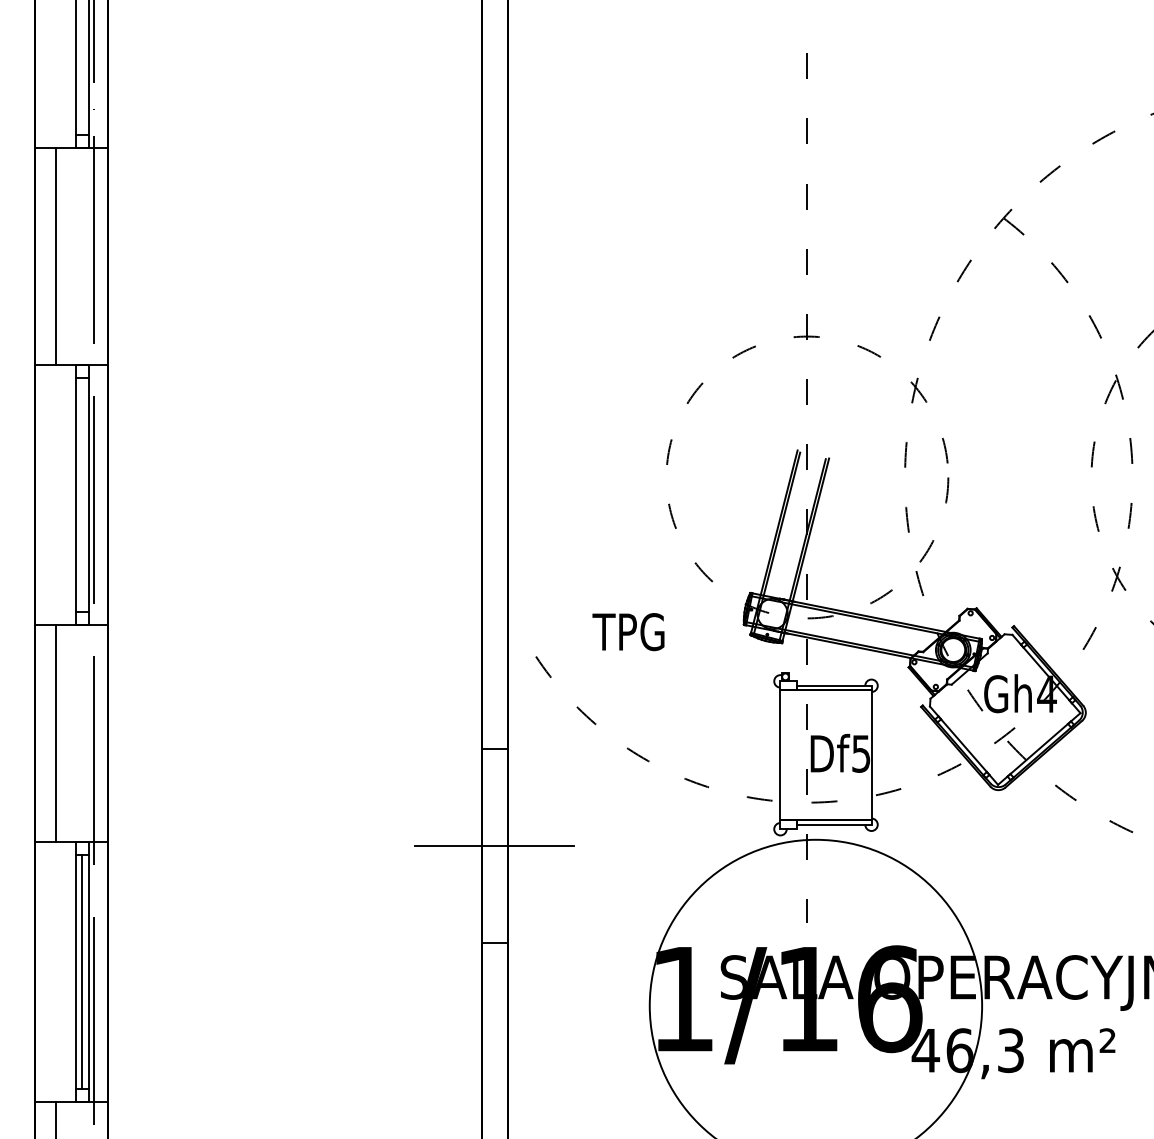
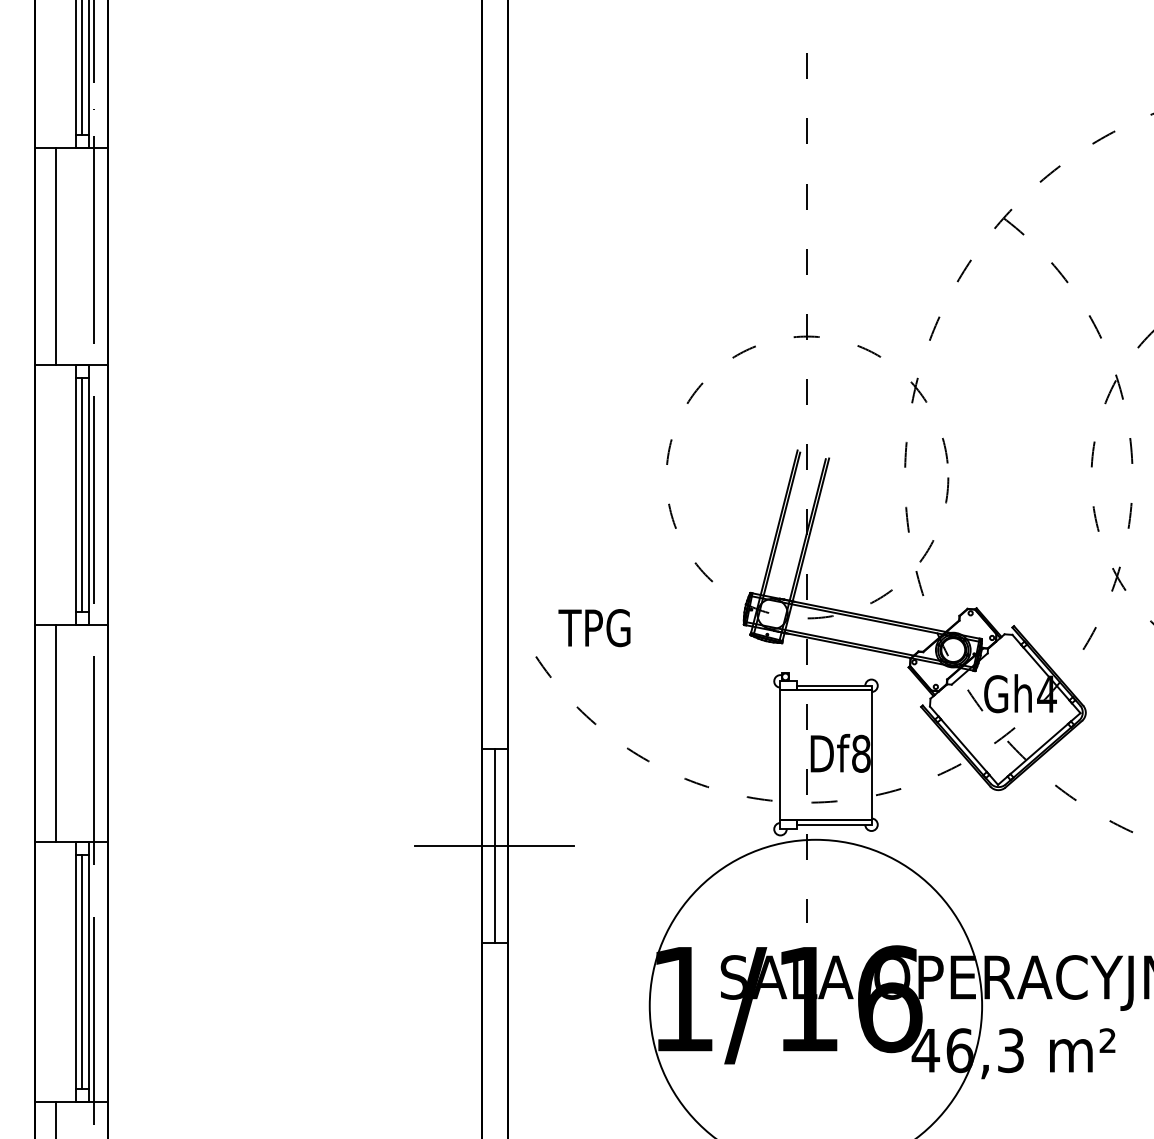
line at (82, 68): none -> present
line at (82, 495): none -> present
text at (628, 632) position: (628, 632) -> (594, 628)
text at (861, 753): Df5 -> Df8
line at (495, 845): none -> present
